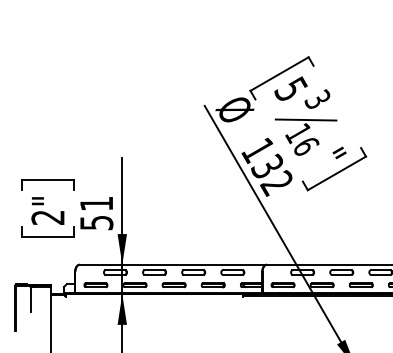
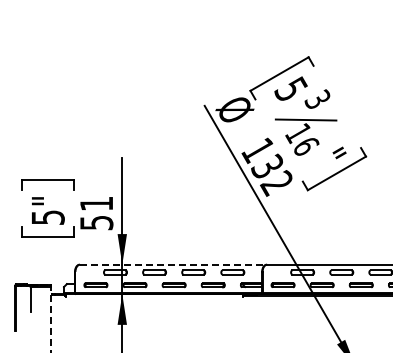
text at (47, 217): 2" -> 5"
line at (173, 264): solid -> dashed
line at (50, 319): solid -> dashed
